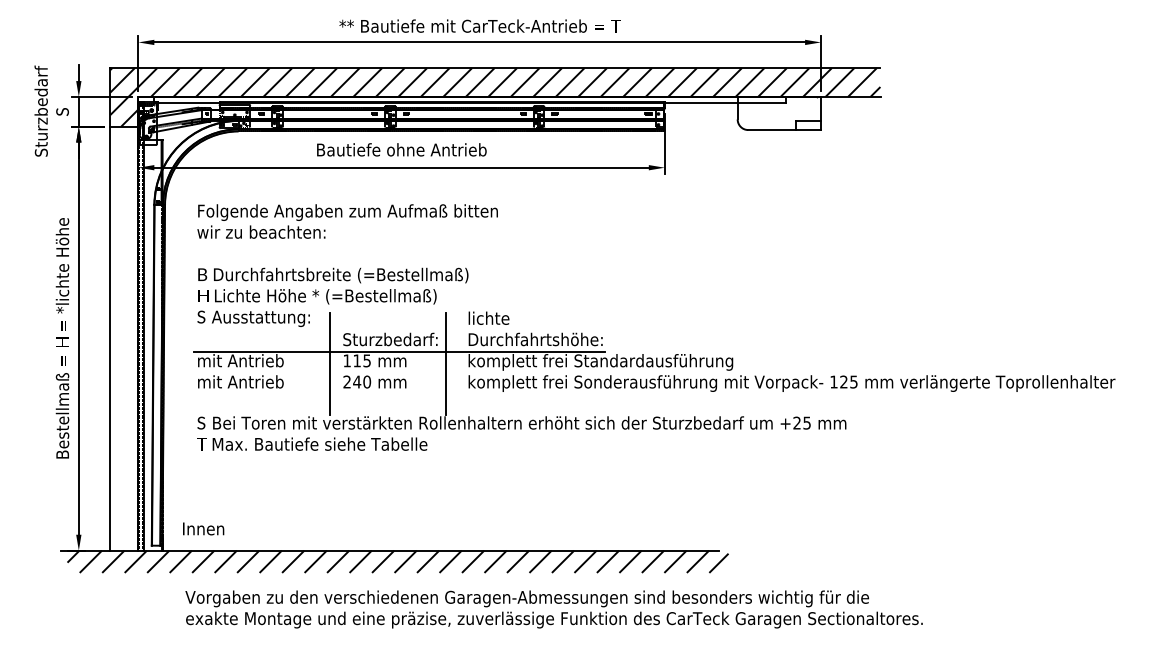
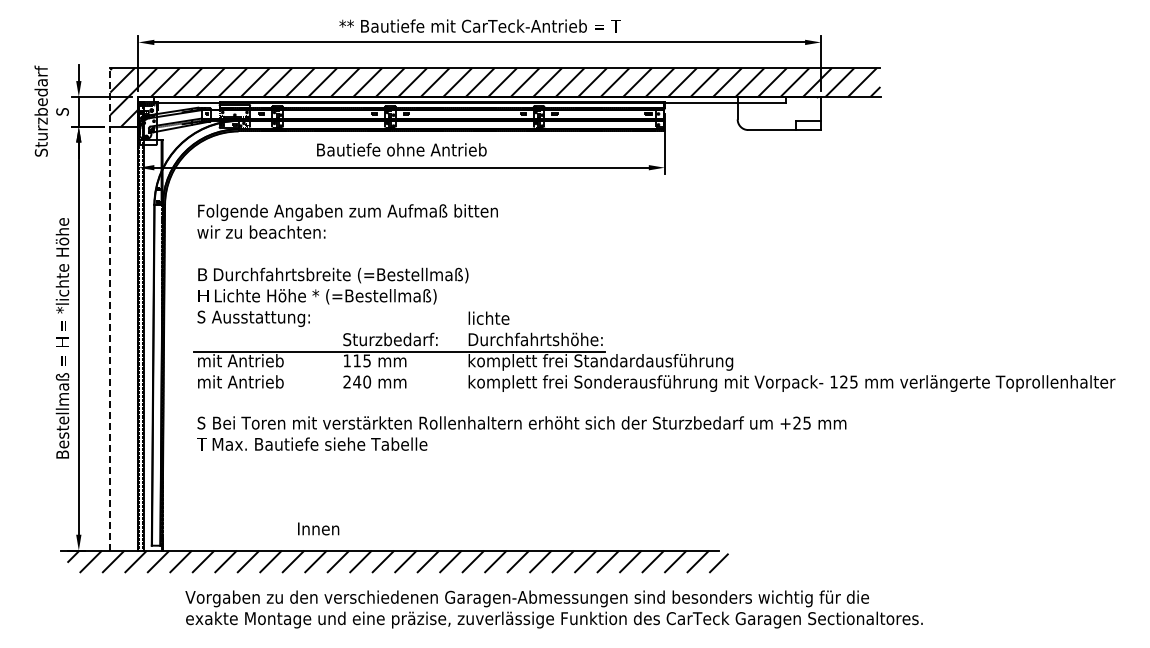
line at (110, 308): solid -> dashed
line at (330, 363): present -> none
line at (446, 363): present -> none
text at (203, 528) position: (203, 528) -> (318, 528)
